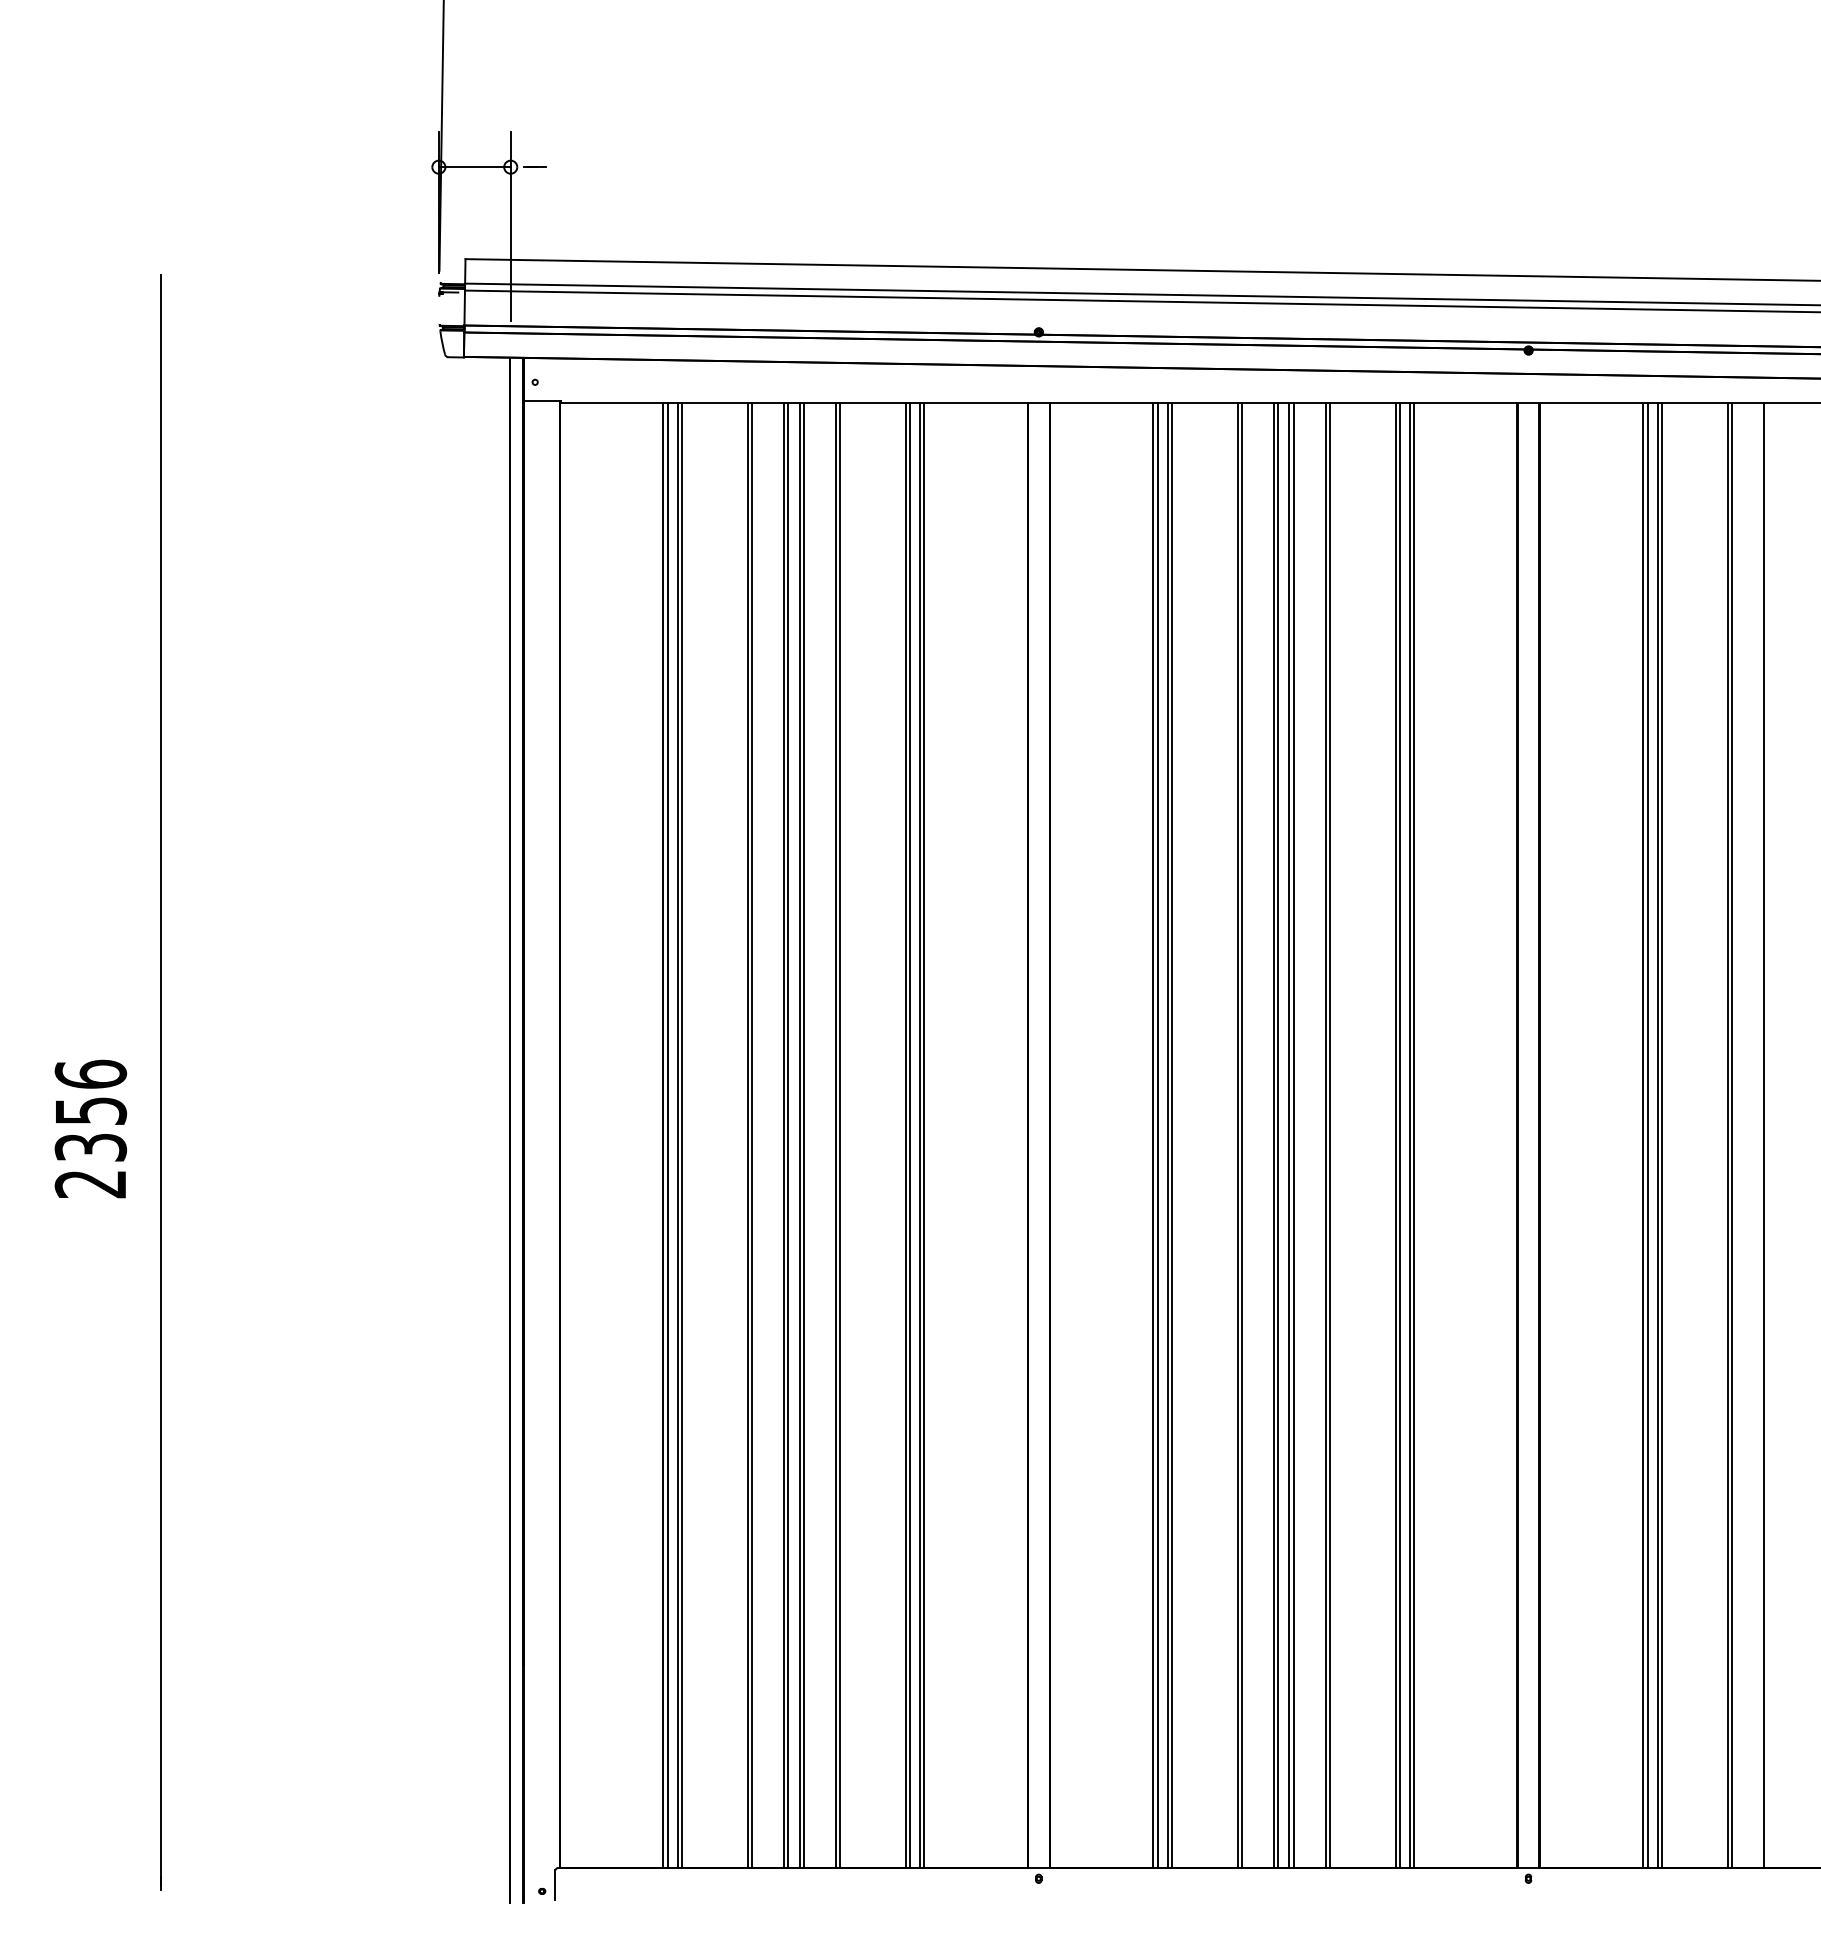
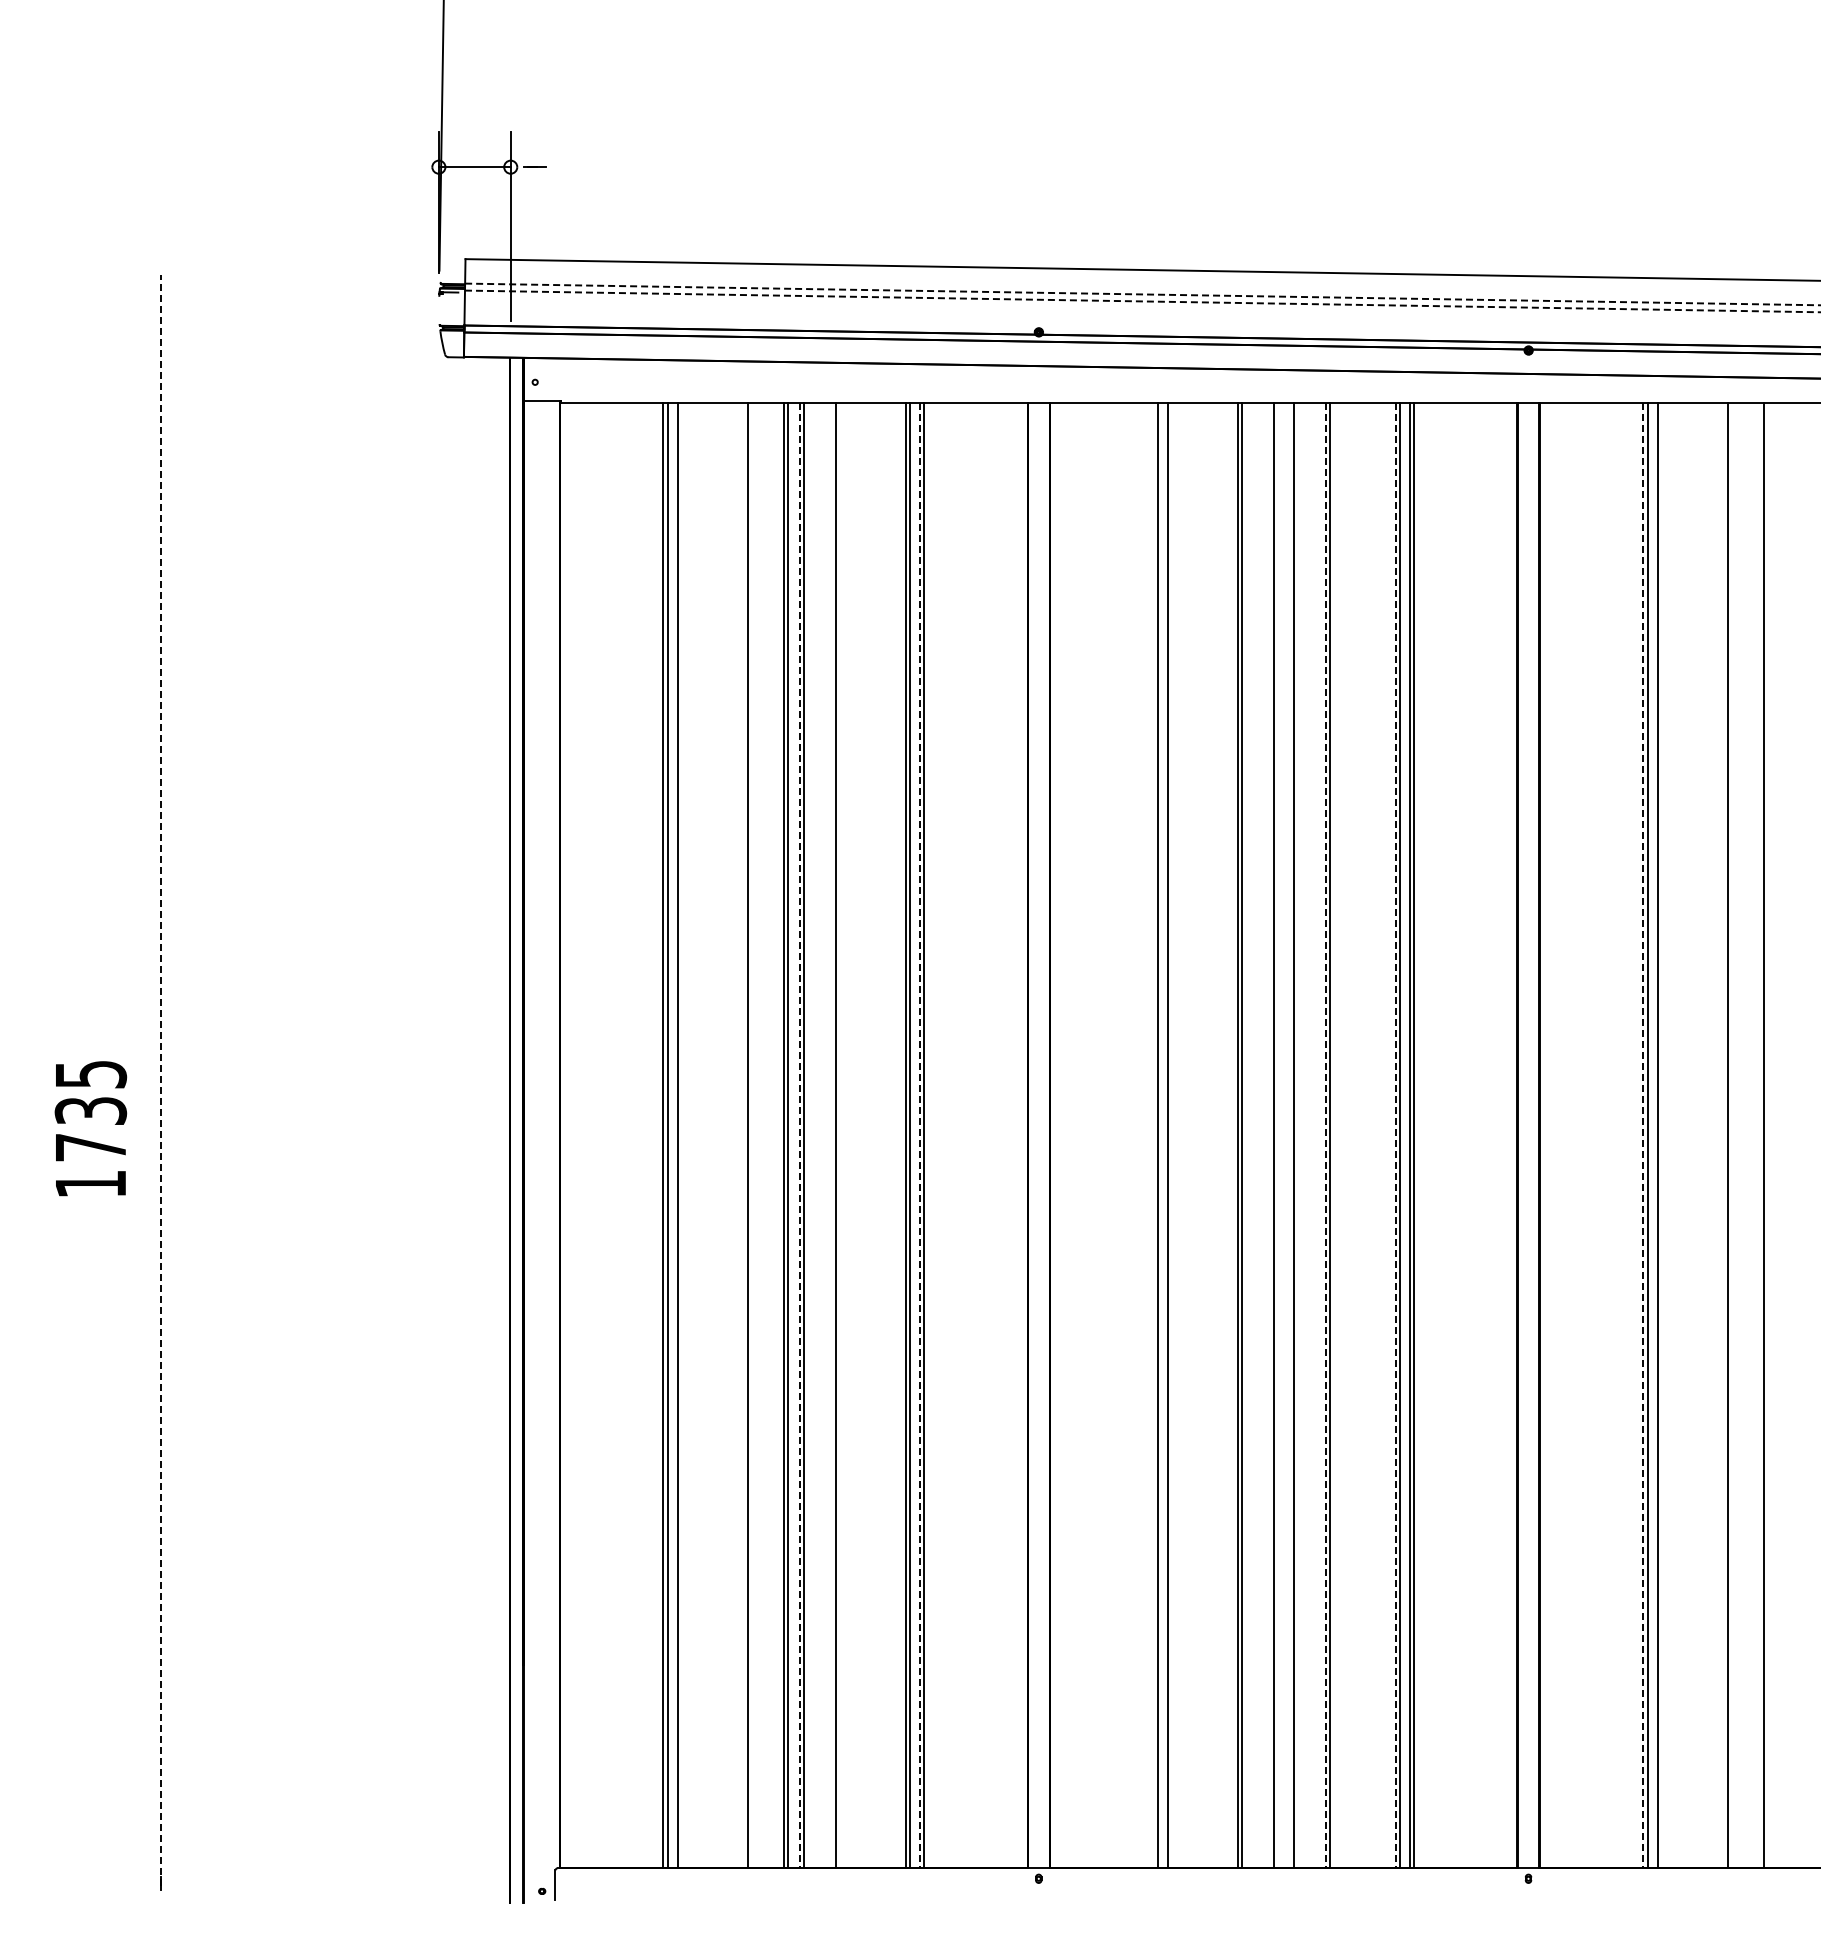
line at (1143, 294): solid -> dashed
line at (1142, 301): solid -> dashed
line at (160, 1079): solid -> dashed
text at (90, 1128): 2356 -> 1735
line at (682, 1135): present -> none
line at (752, 1135): present -> none
line at (799, 1135): solid -> dashed
line at (839, 1135): present -> none
line at (919, 1135): solid -> dashed
line at (1153, 1135): present -> none
line at (1172, 1135): present -> none
line at (1278, 1135): present -> none
line at (1289, 1135): present -> none
line at (1325, 1135): solid -> dashed
line at (1395, 1135): solid -> dashed
line at (1643, 1135): solid -> dashed
line at (1661, 1135): present -> none
line at (1731, 1135): present -> none
